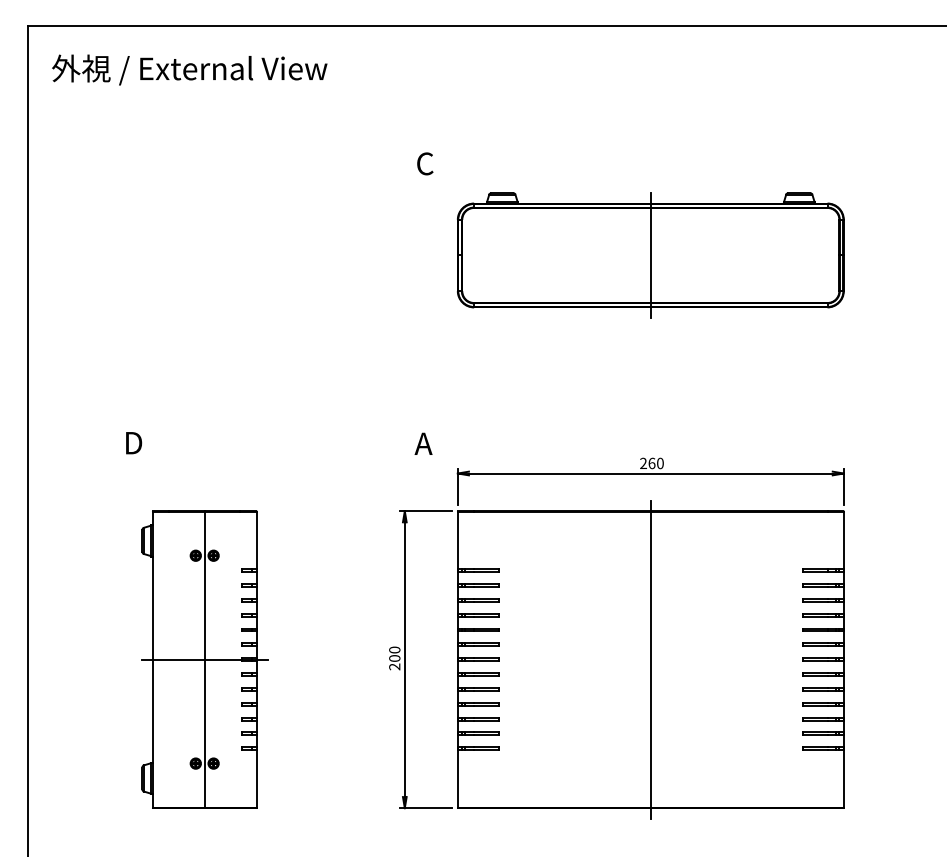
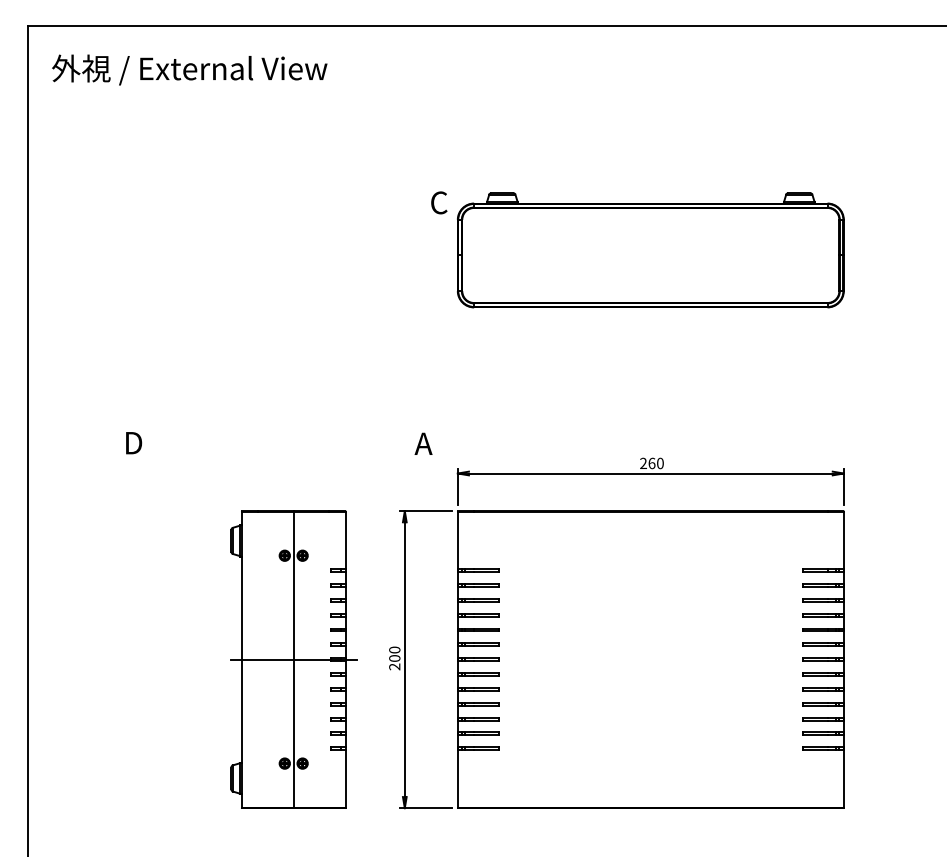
text at (425, 163) position: (425, 163) -> (439, 202)
line at (650, 255): present -> none
part at (204, 659) position: (204, 659) -> (293, 659)
line at (650, 659): present -> none
